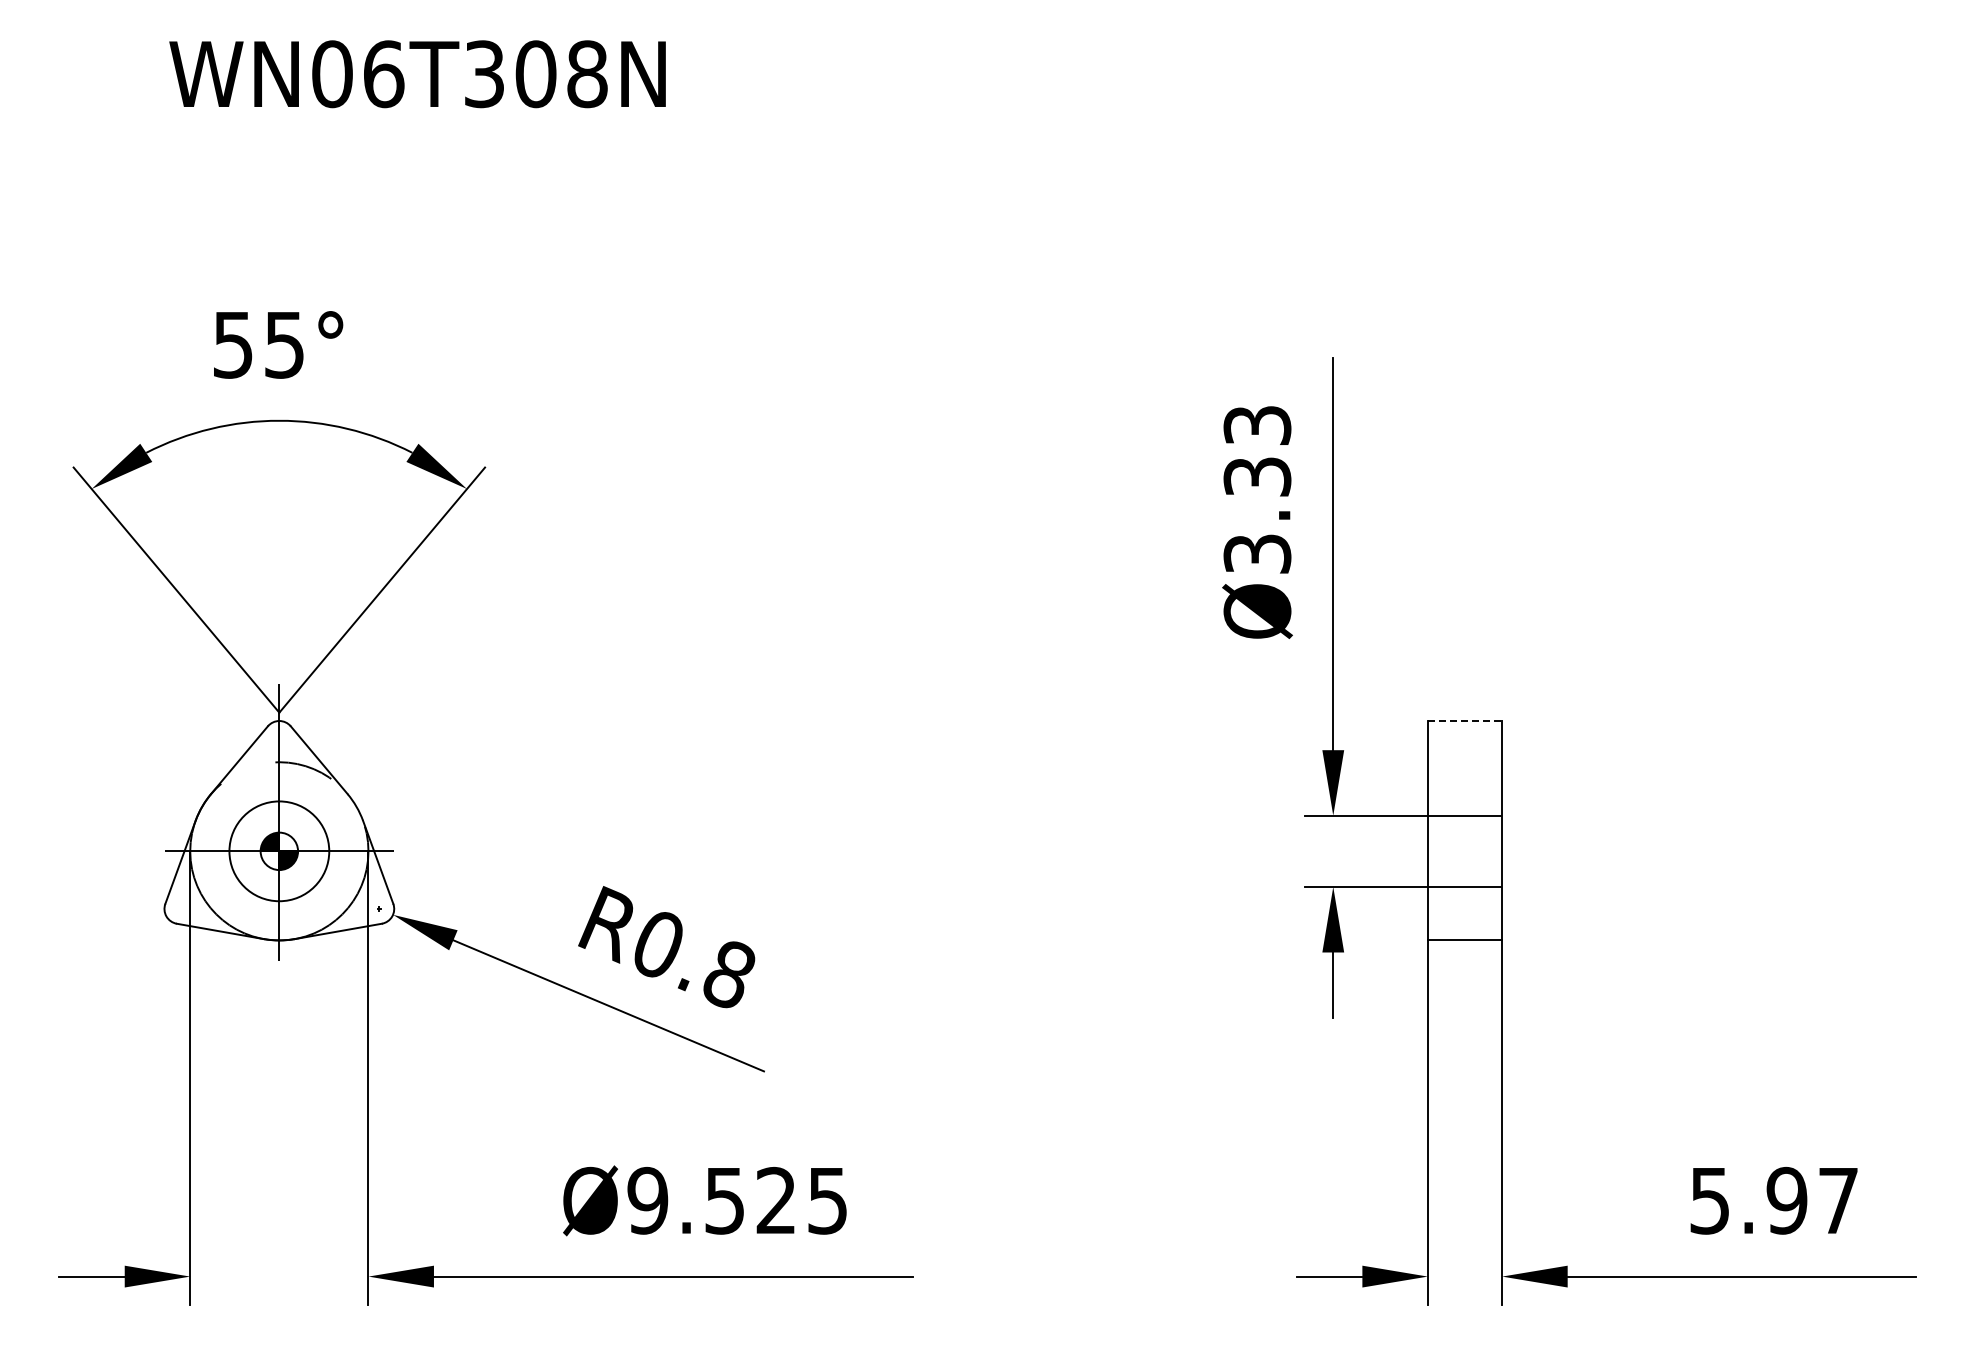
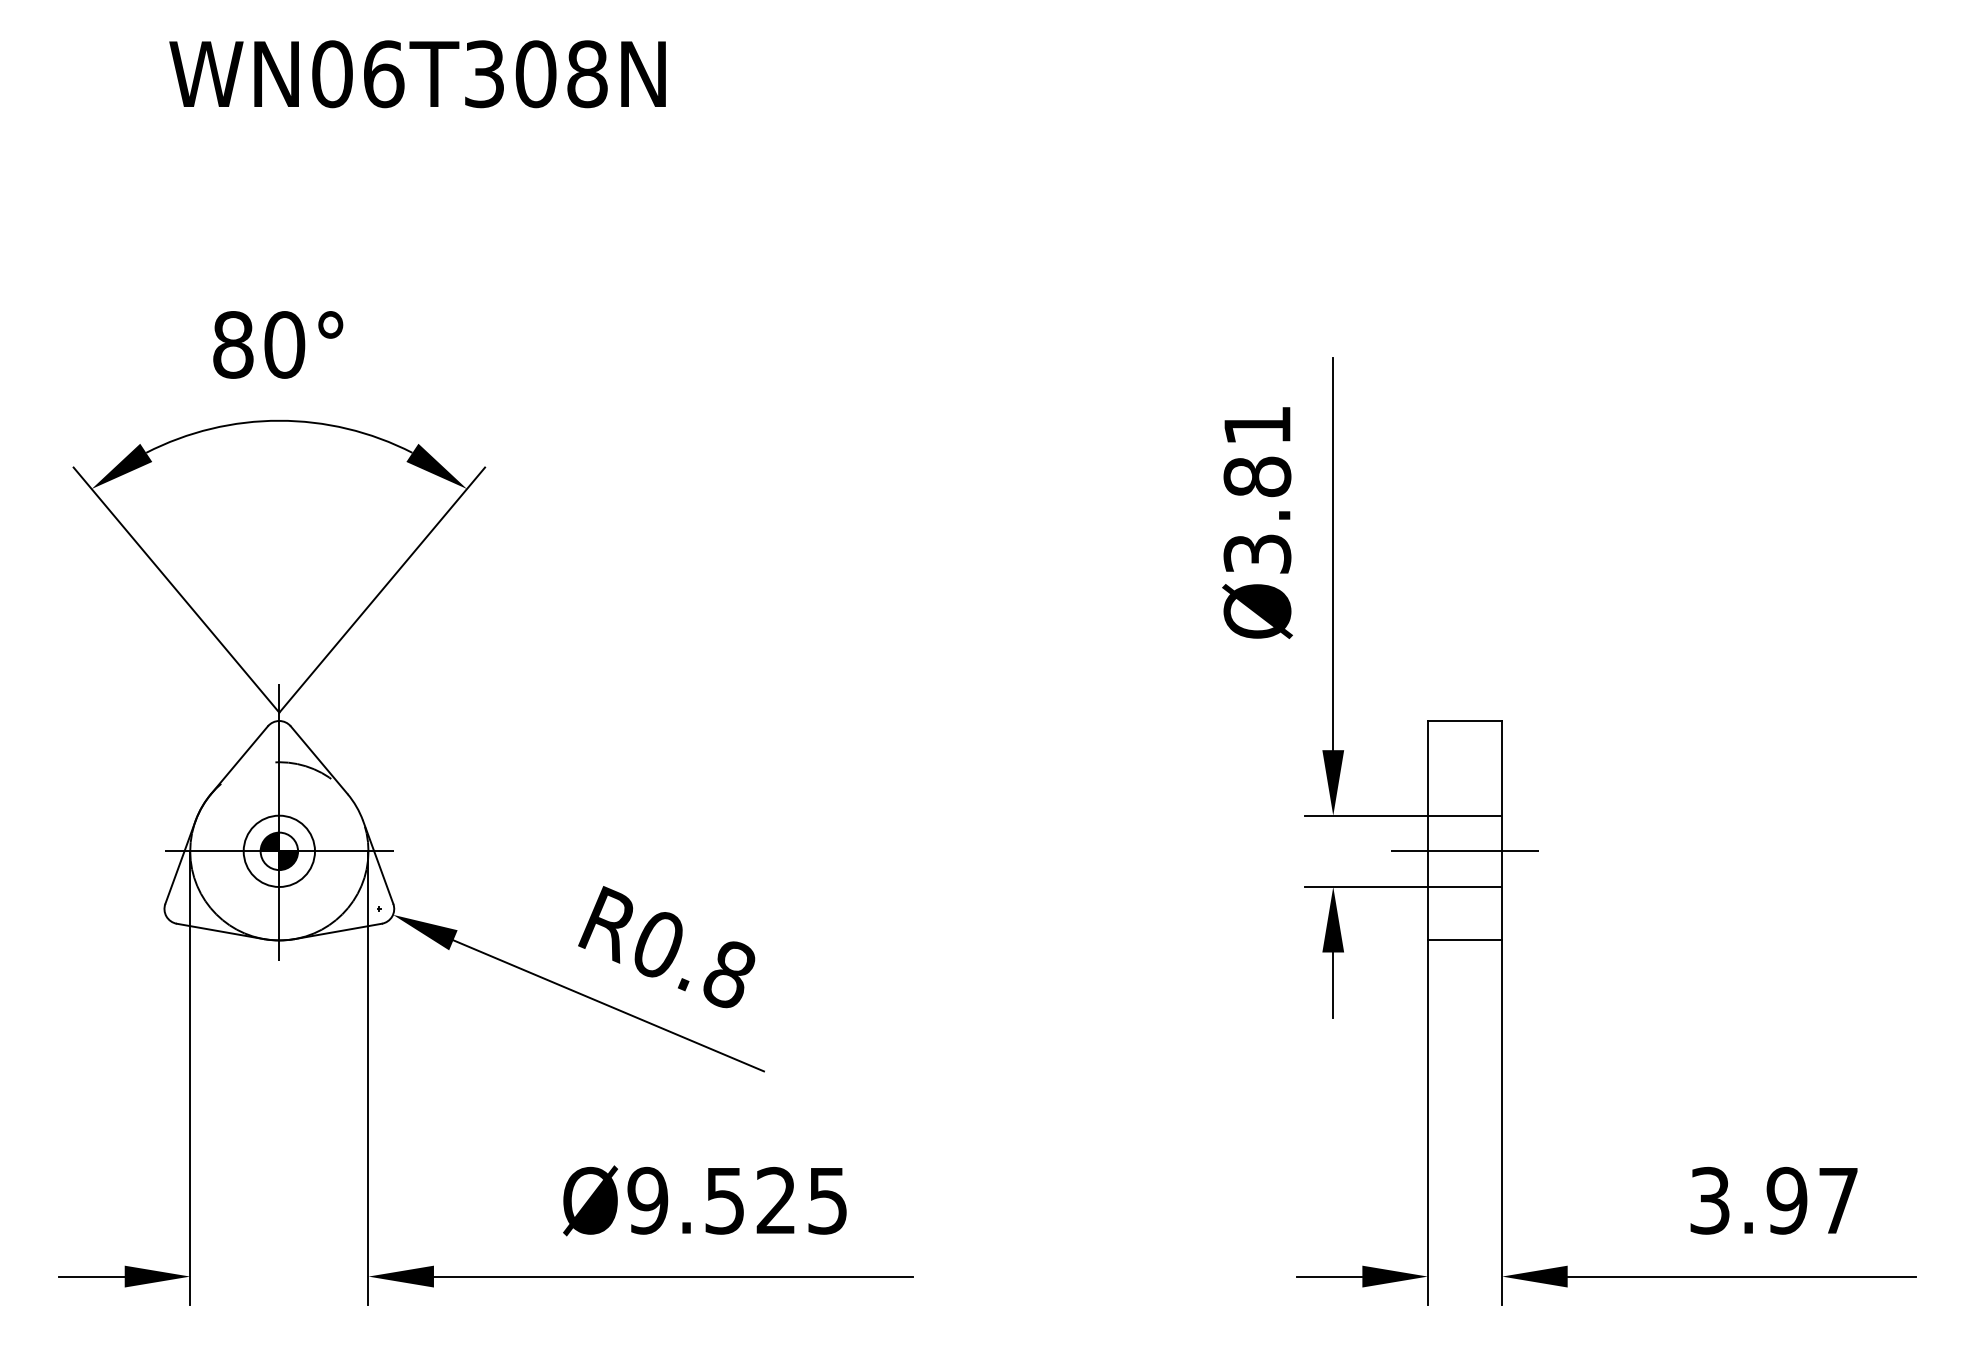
text at (259, 344): 55° -> 80°
text at (1257, 451): Ø3.33 -> Ø3.81
line at (1465, 721): dashed -> solid
circle at (279, 851) diameter: 100 px -> 71 px
line at (1464, 851): none -> present
text at (1710, 1200): 5.97 -> 3.97
